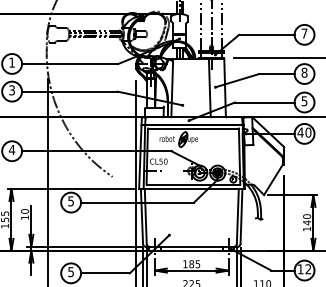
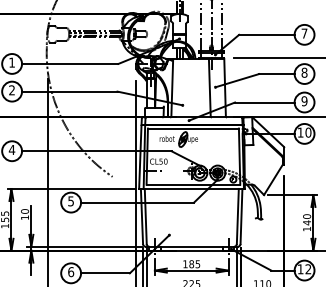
text at (11, 90): 3 -> 2
text at (304, 100): 5 -> 9
text at (300, 132): 40 -> 10
text at (71, 272): 5 -> 6
